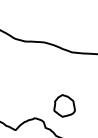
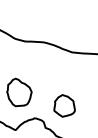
part at (19, 92): none -> present
